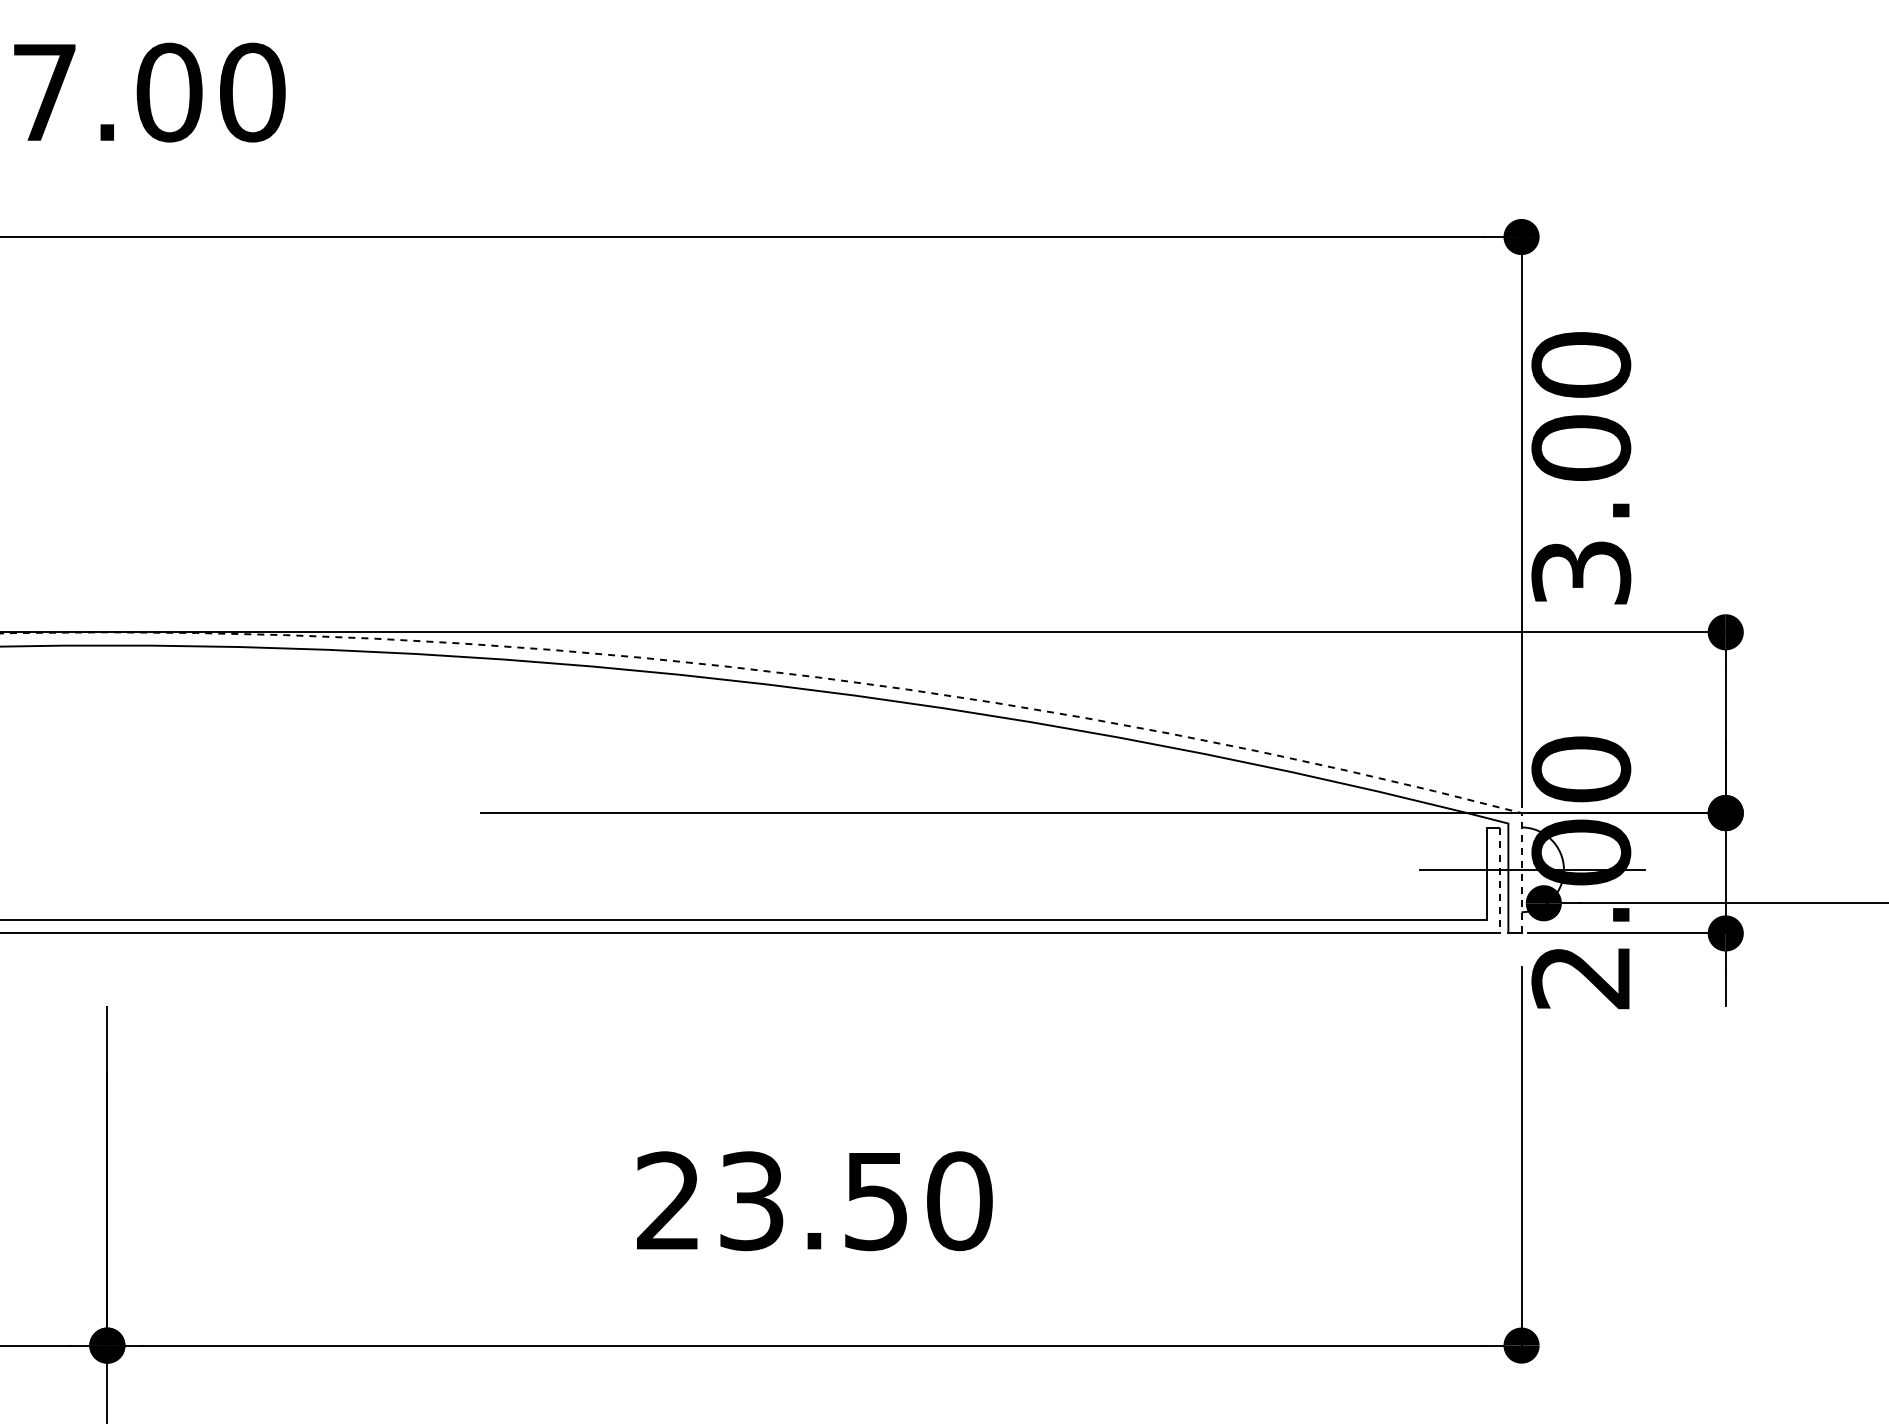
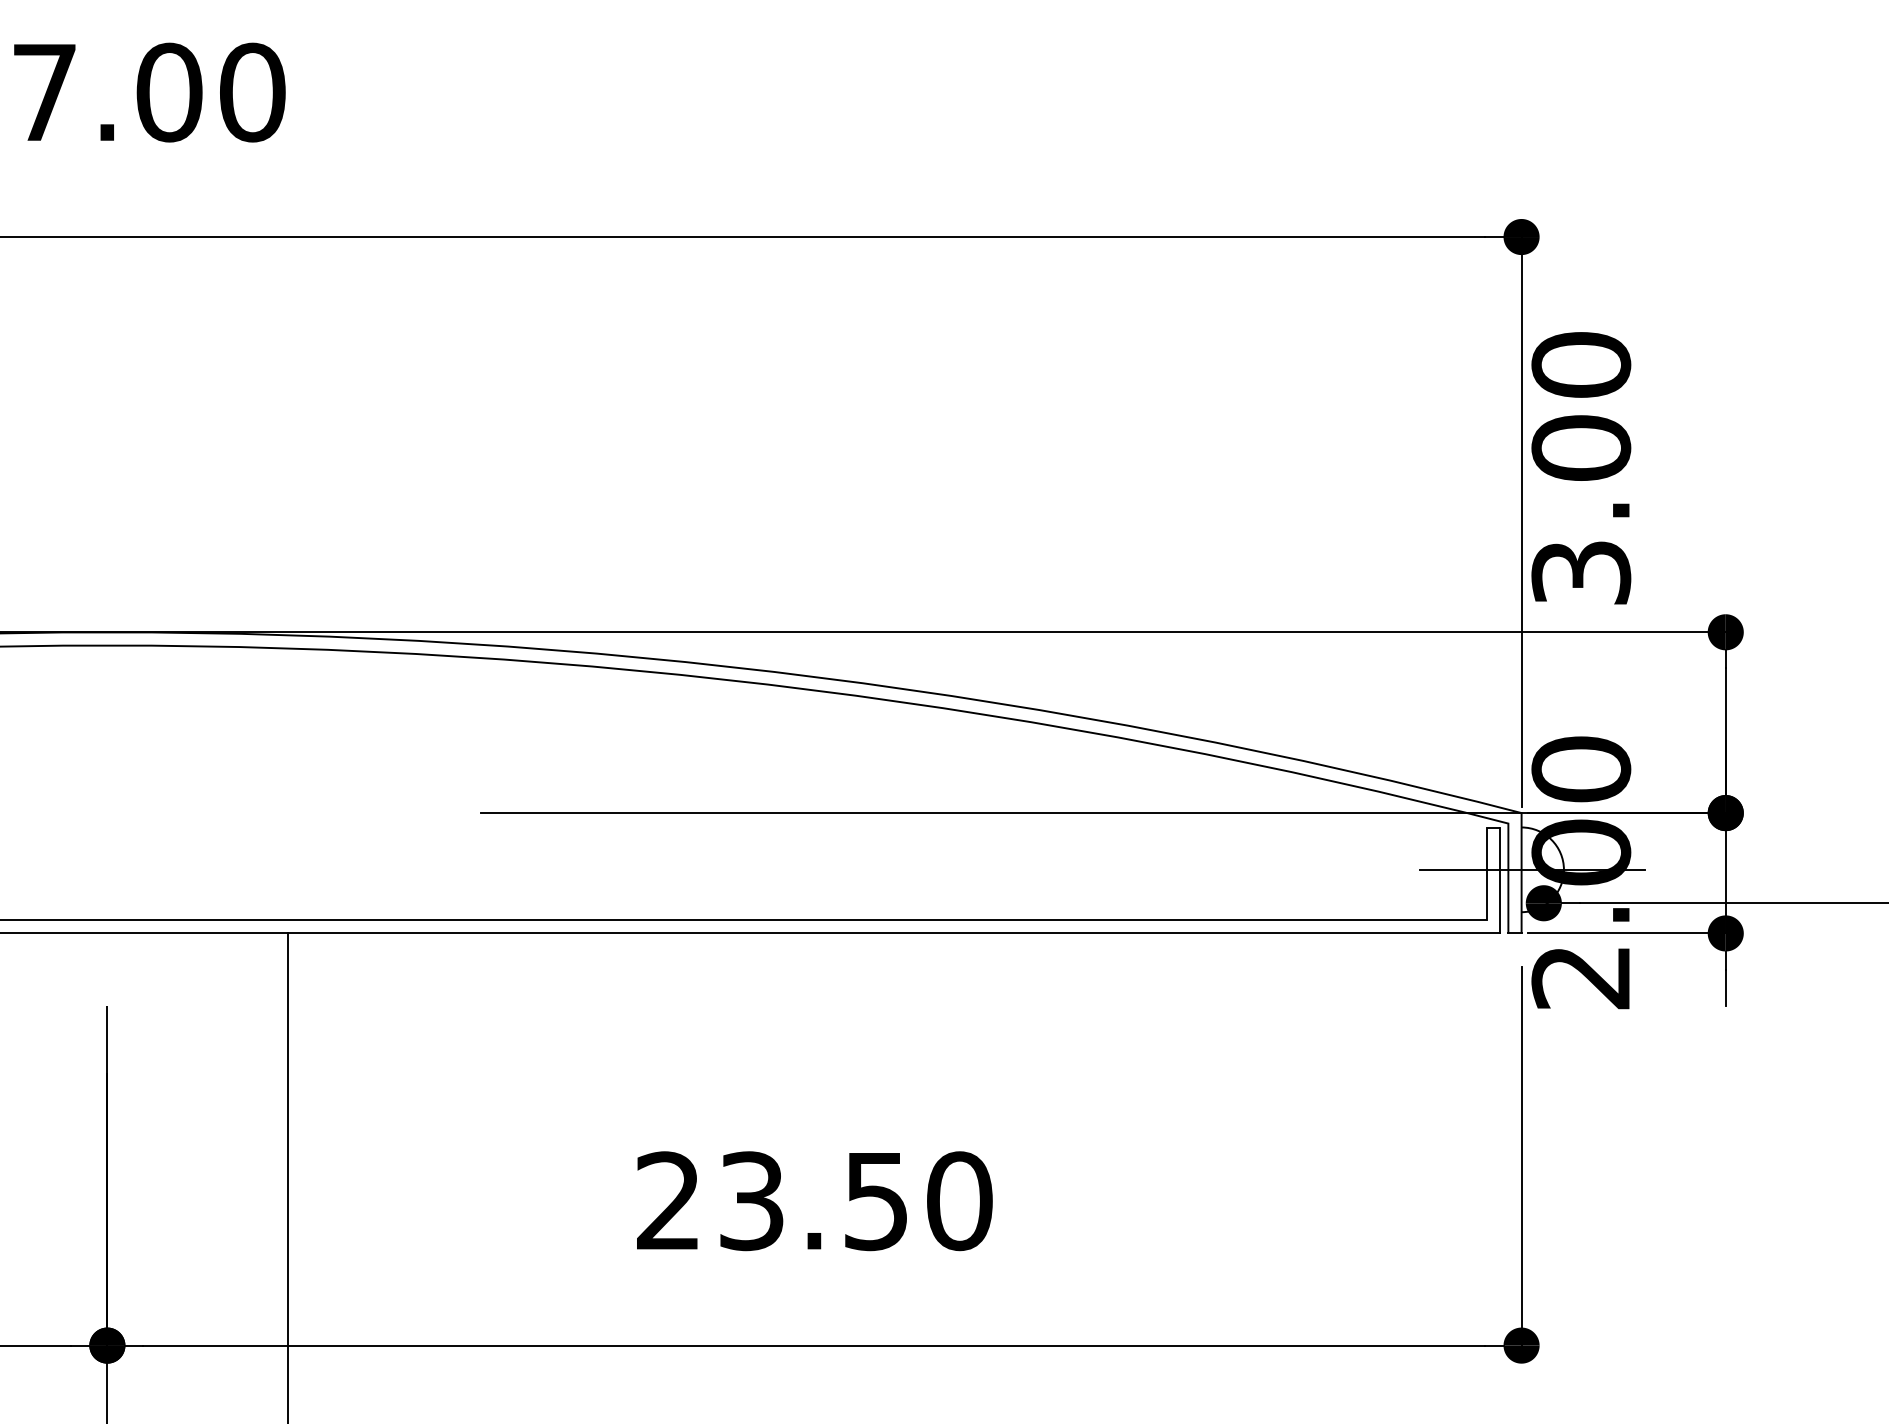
line at (823, 678): dashed -> solid
line at (1500, 881): dashed -> solid
line at (287, 1176): none -> present
